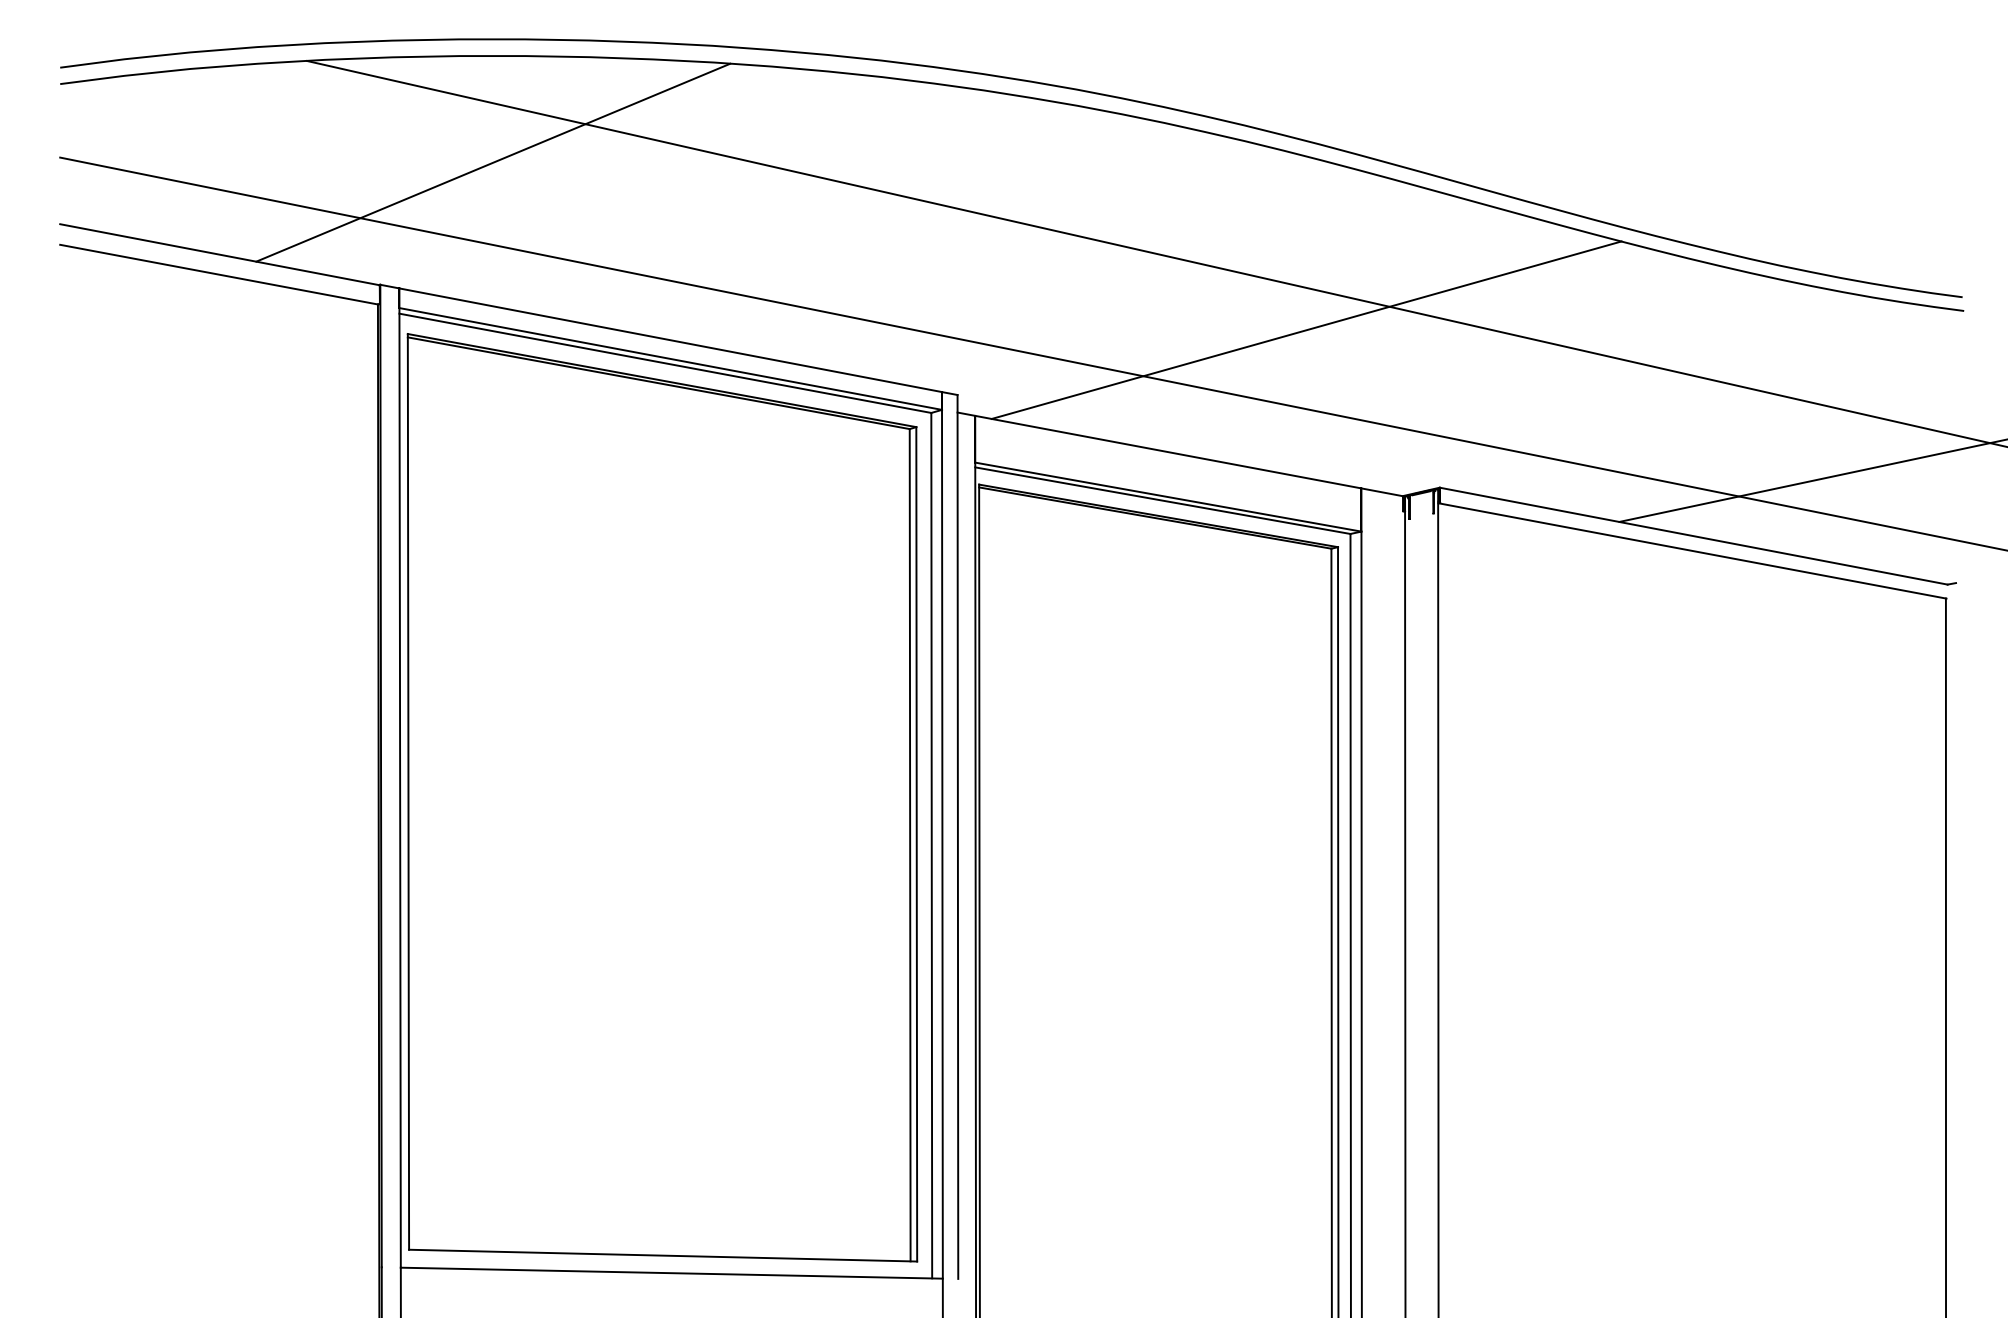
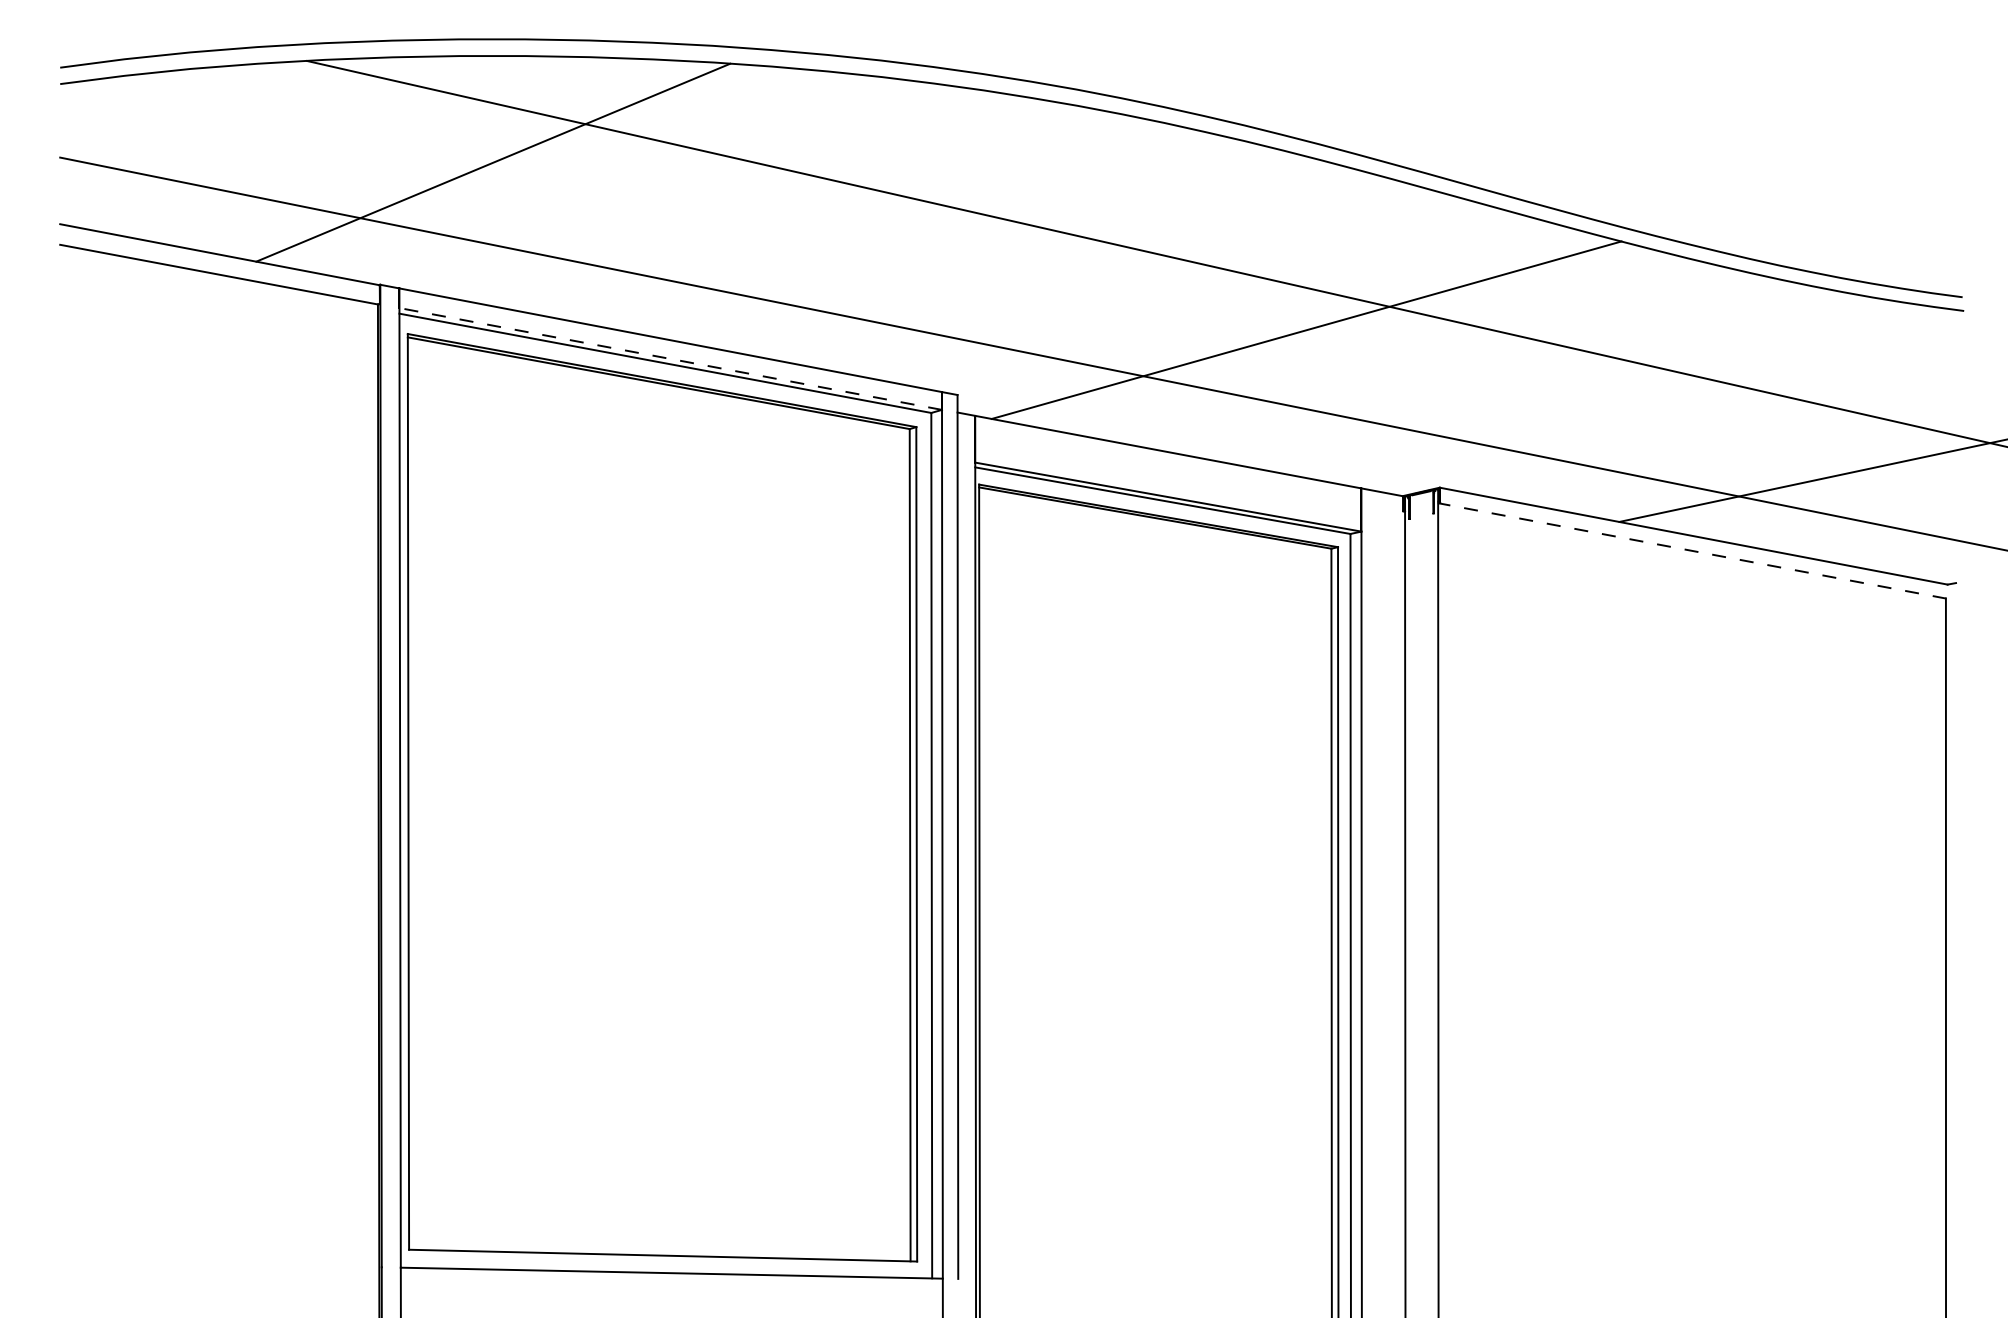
line at (670, 358): solid -> dashed
line at (1692, 550): solid -> dashed
